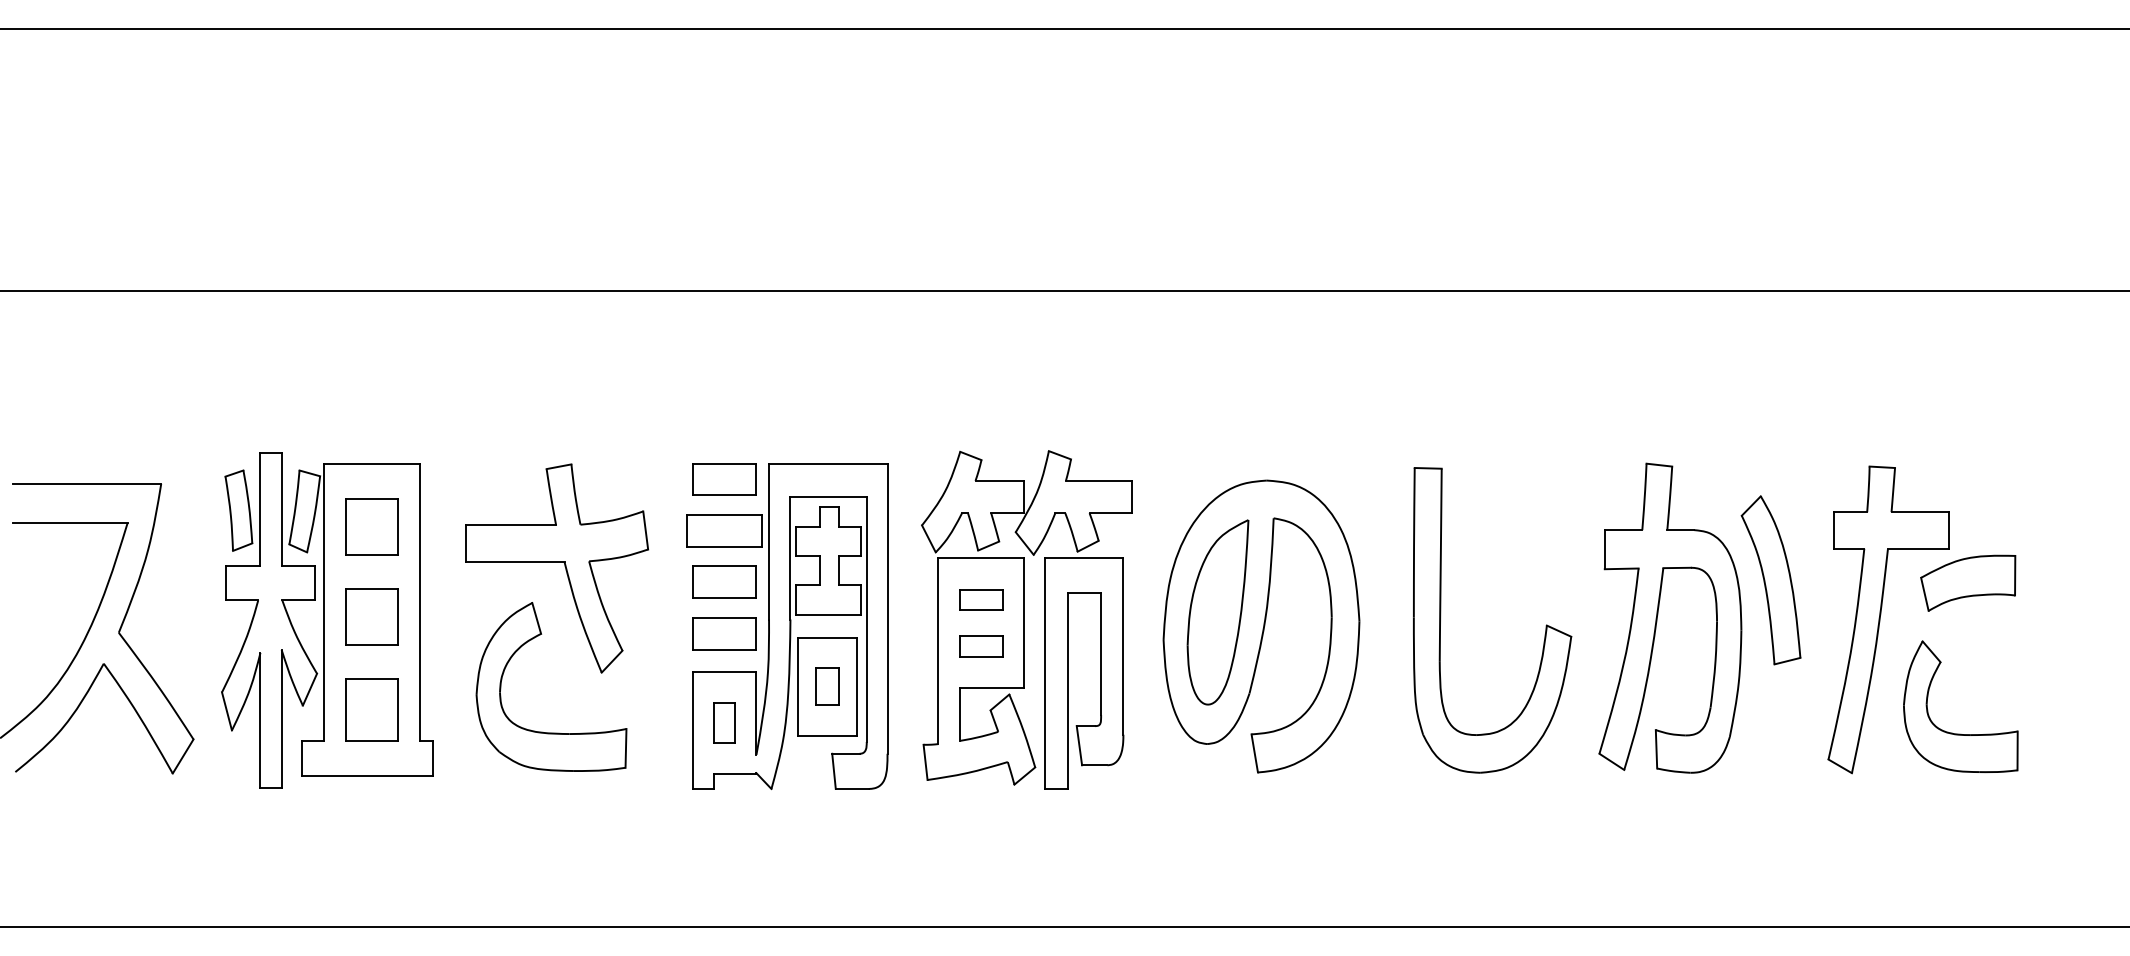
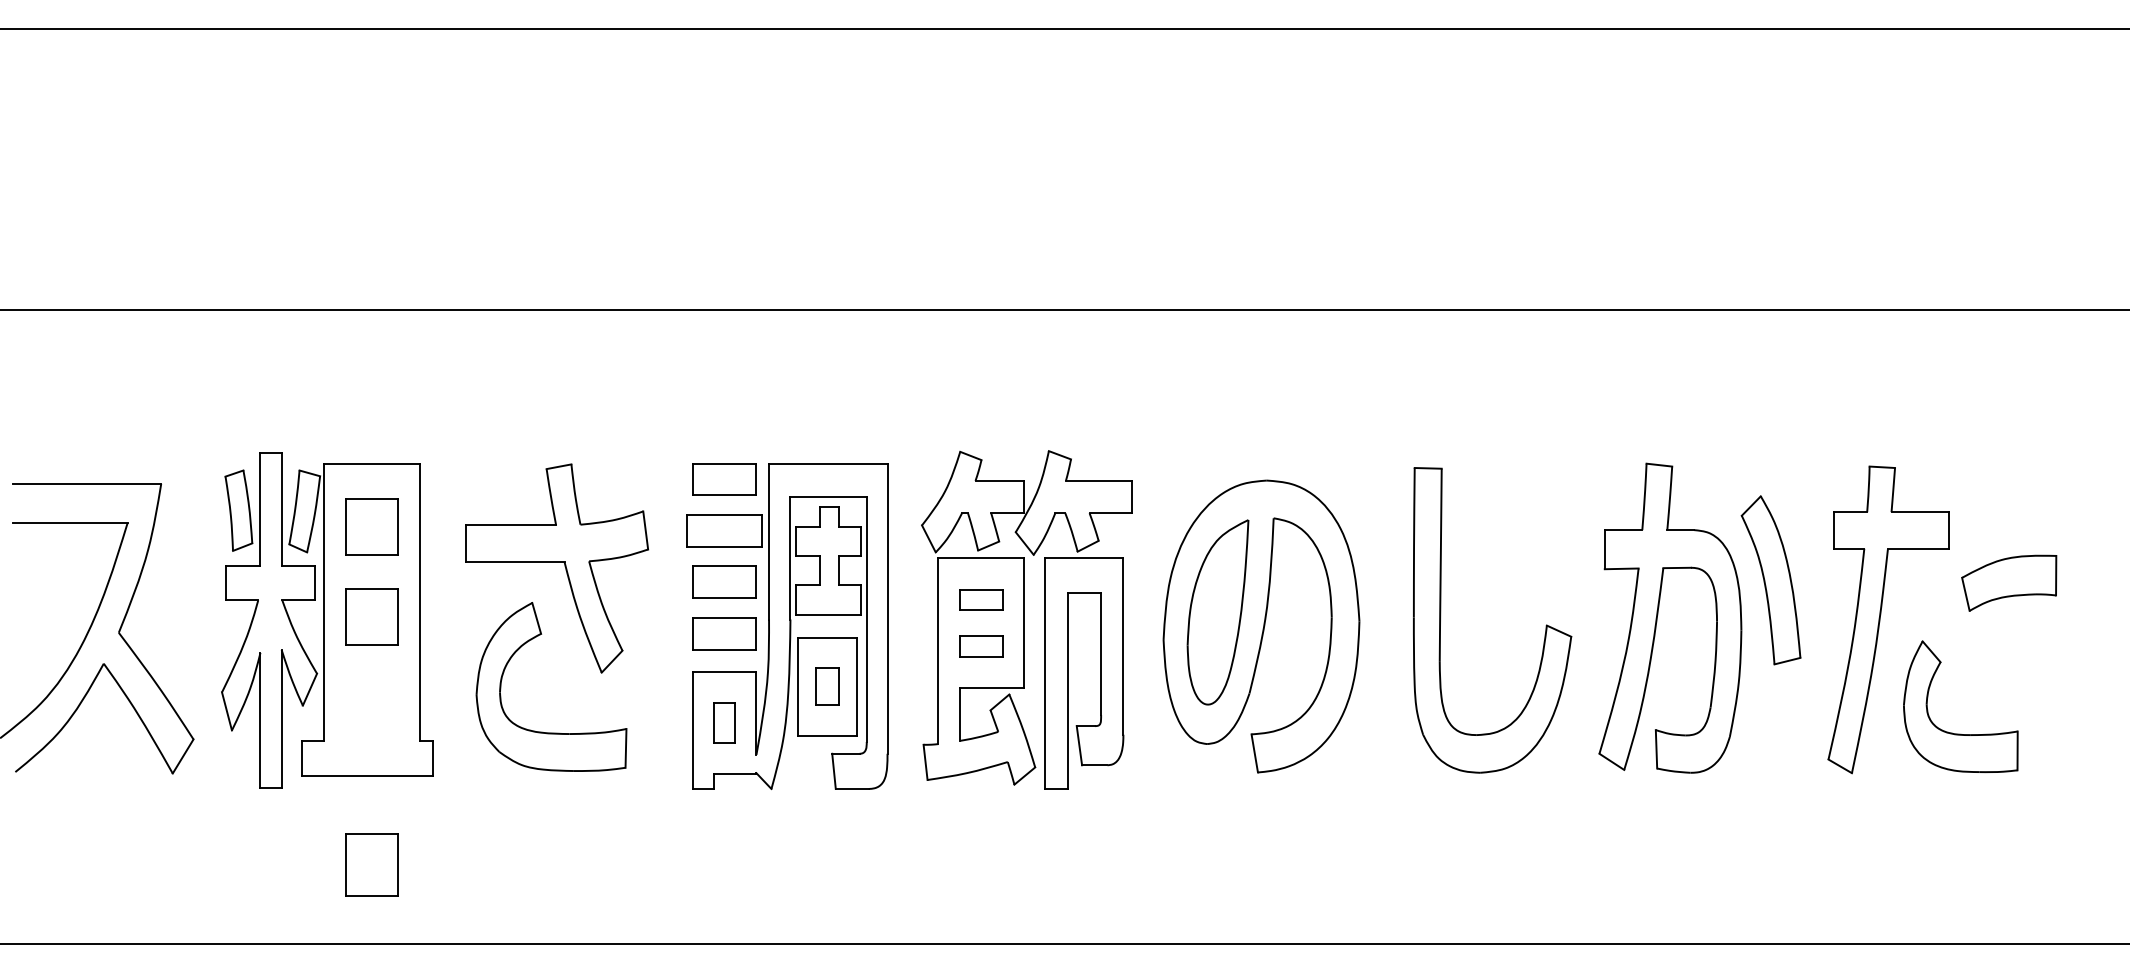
line at (1064, 291) position: (1064, 291) -> (1064, 310)
part at (1968, 582) position: (1968, 582) -> (2009, 582)
part at (371, 709) position: (371, 709) -> (371, 864)
line at (1064, 927) position: (1064, 927) -> (1064, 944)
